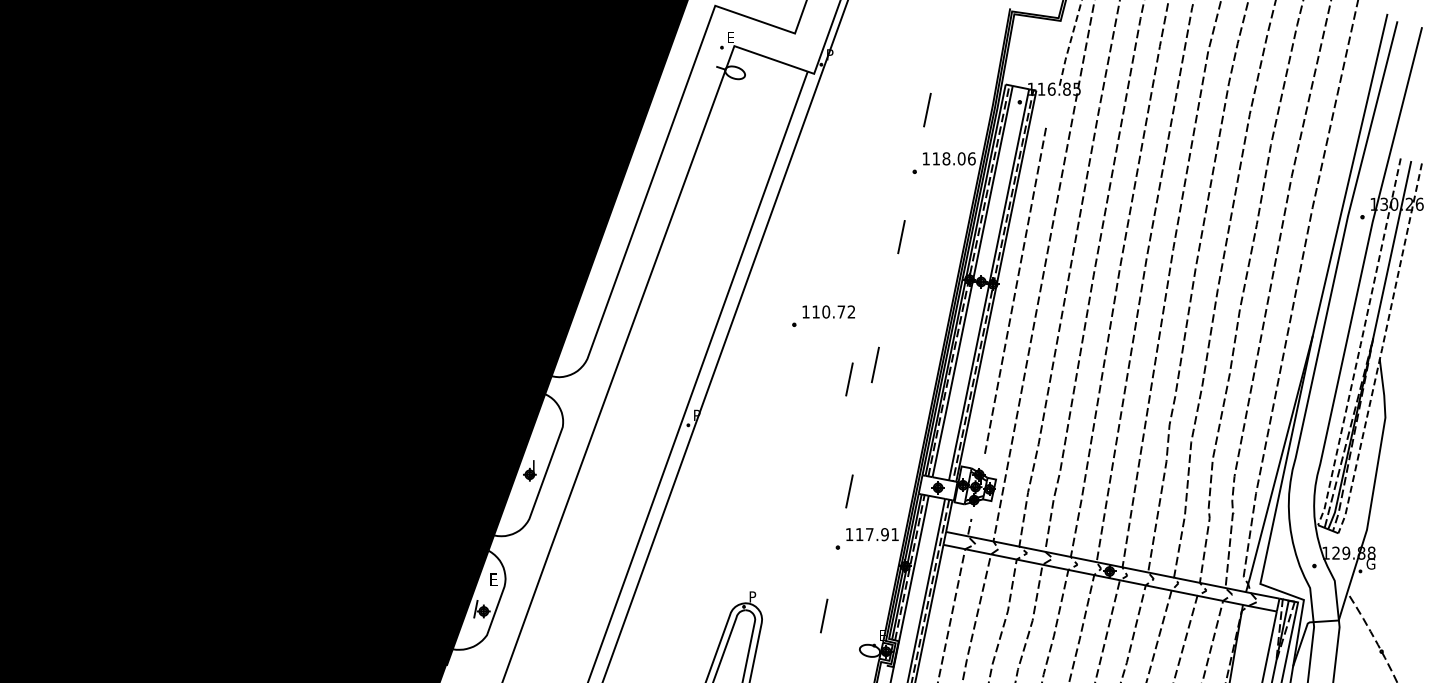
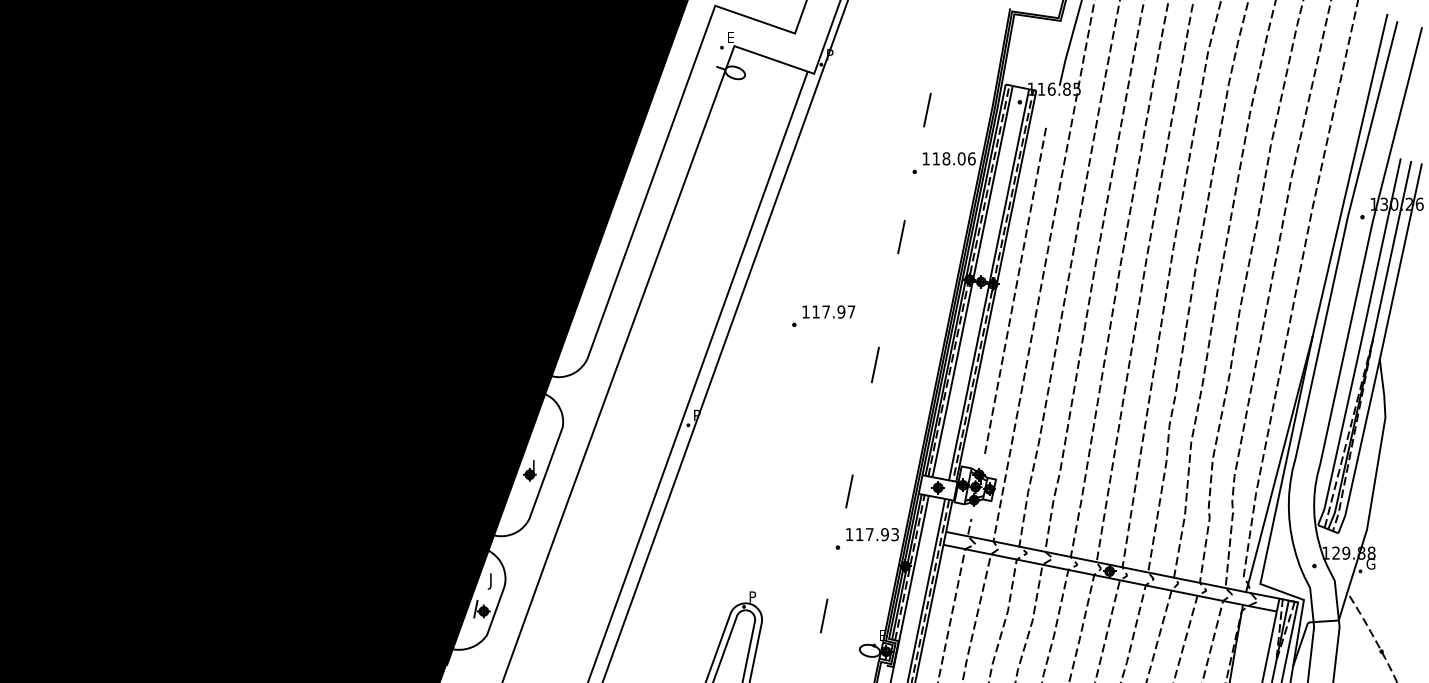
line at (1069, 43): dashed -> solid
text at (838, 311): 110.72 -> 117.97
line at (1360, 344): dashed -> solid
line at (1381, 349): dashed -> solid
line at (849, 379): present -> none
text at (894, 534): 117.91 -> 117.93
text at (492, 581): E -> J
